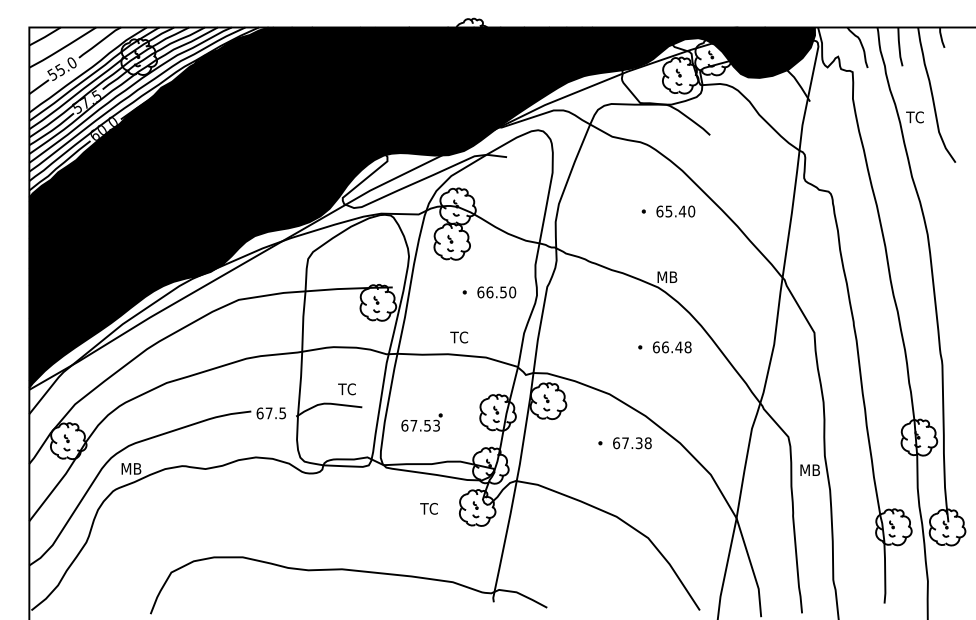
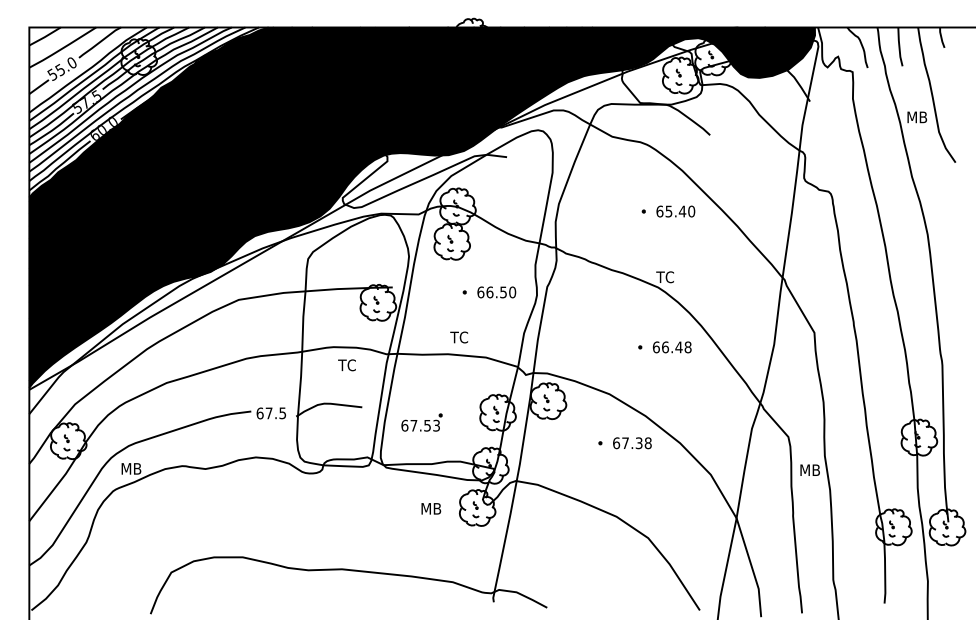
text at (916, 117): TC -> MB
text at (666, 277): MB -> TC
text at (346, 389) position: (346, 389) -> (346, 365)
text at (430, 508): TC -> MB
